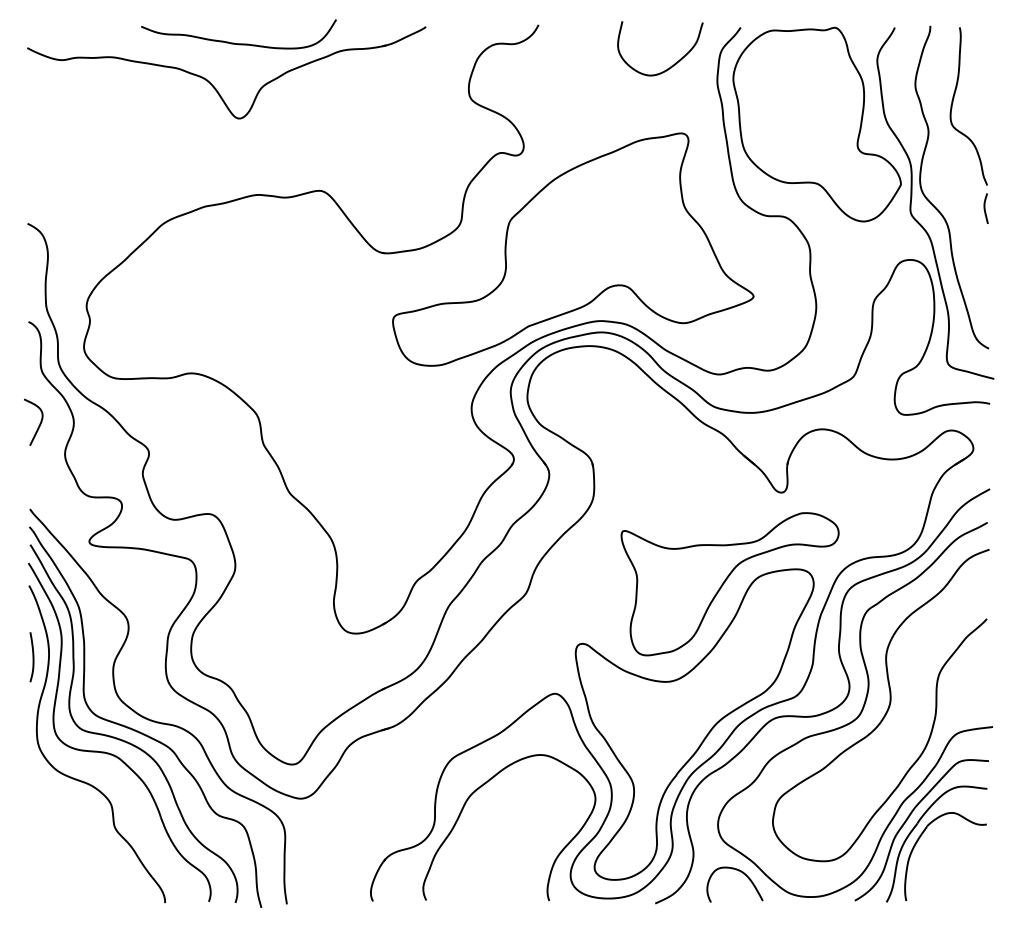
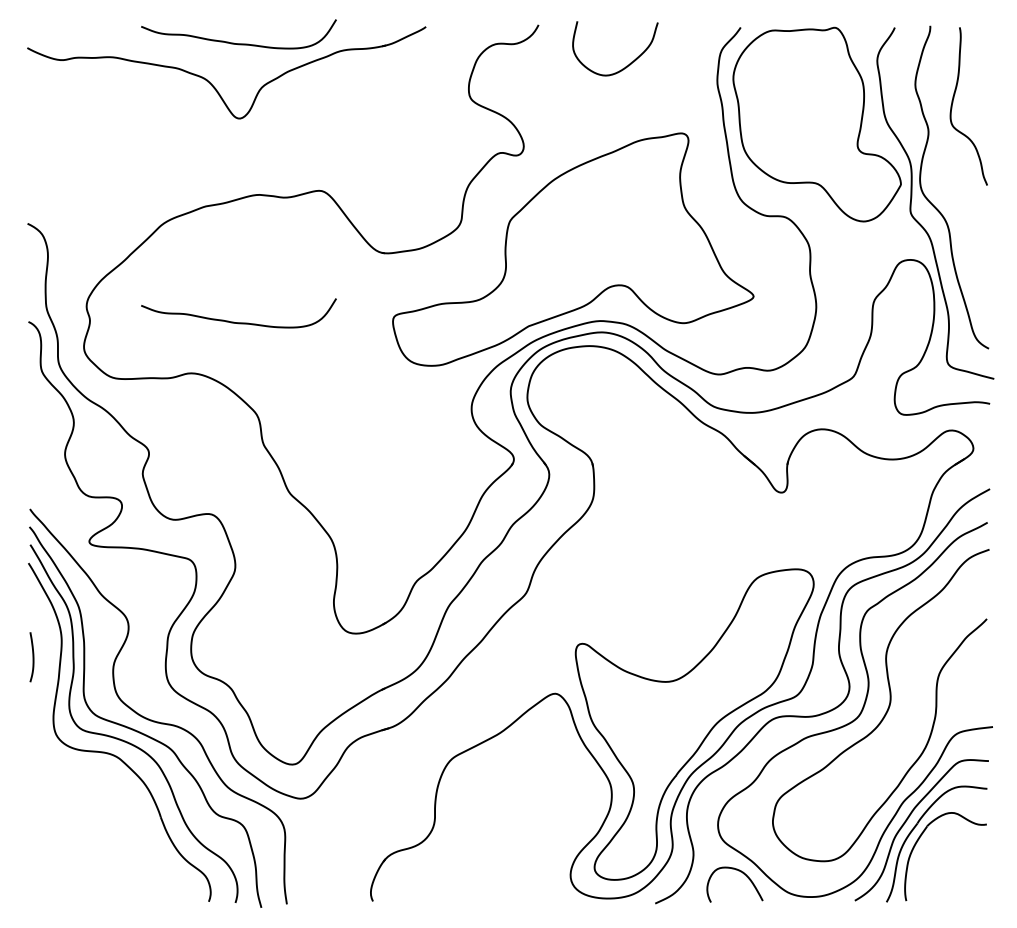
curve at (671, 65) position: (671, 65) -> (626, 65)
curve at (985, 208): present -> none
curve at (238, 322): none -> present
curve at (39, 423): present -> none
part at (729, 584): present -> none
curve at (82, 780): present -> none
curve at (475, 792): present -> none
